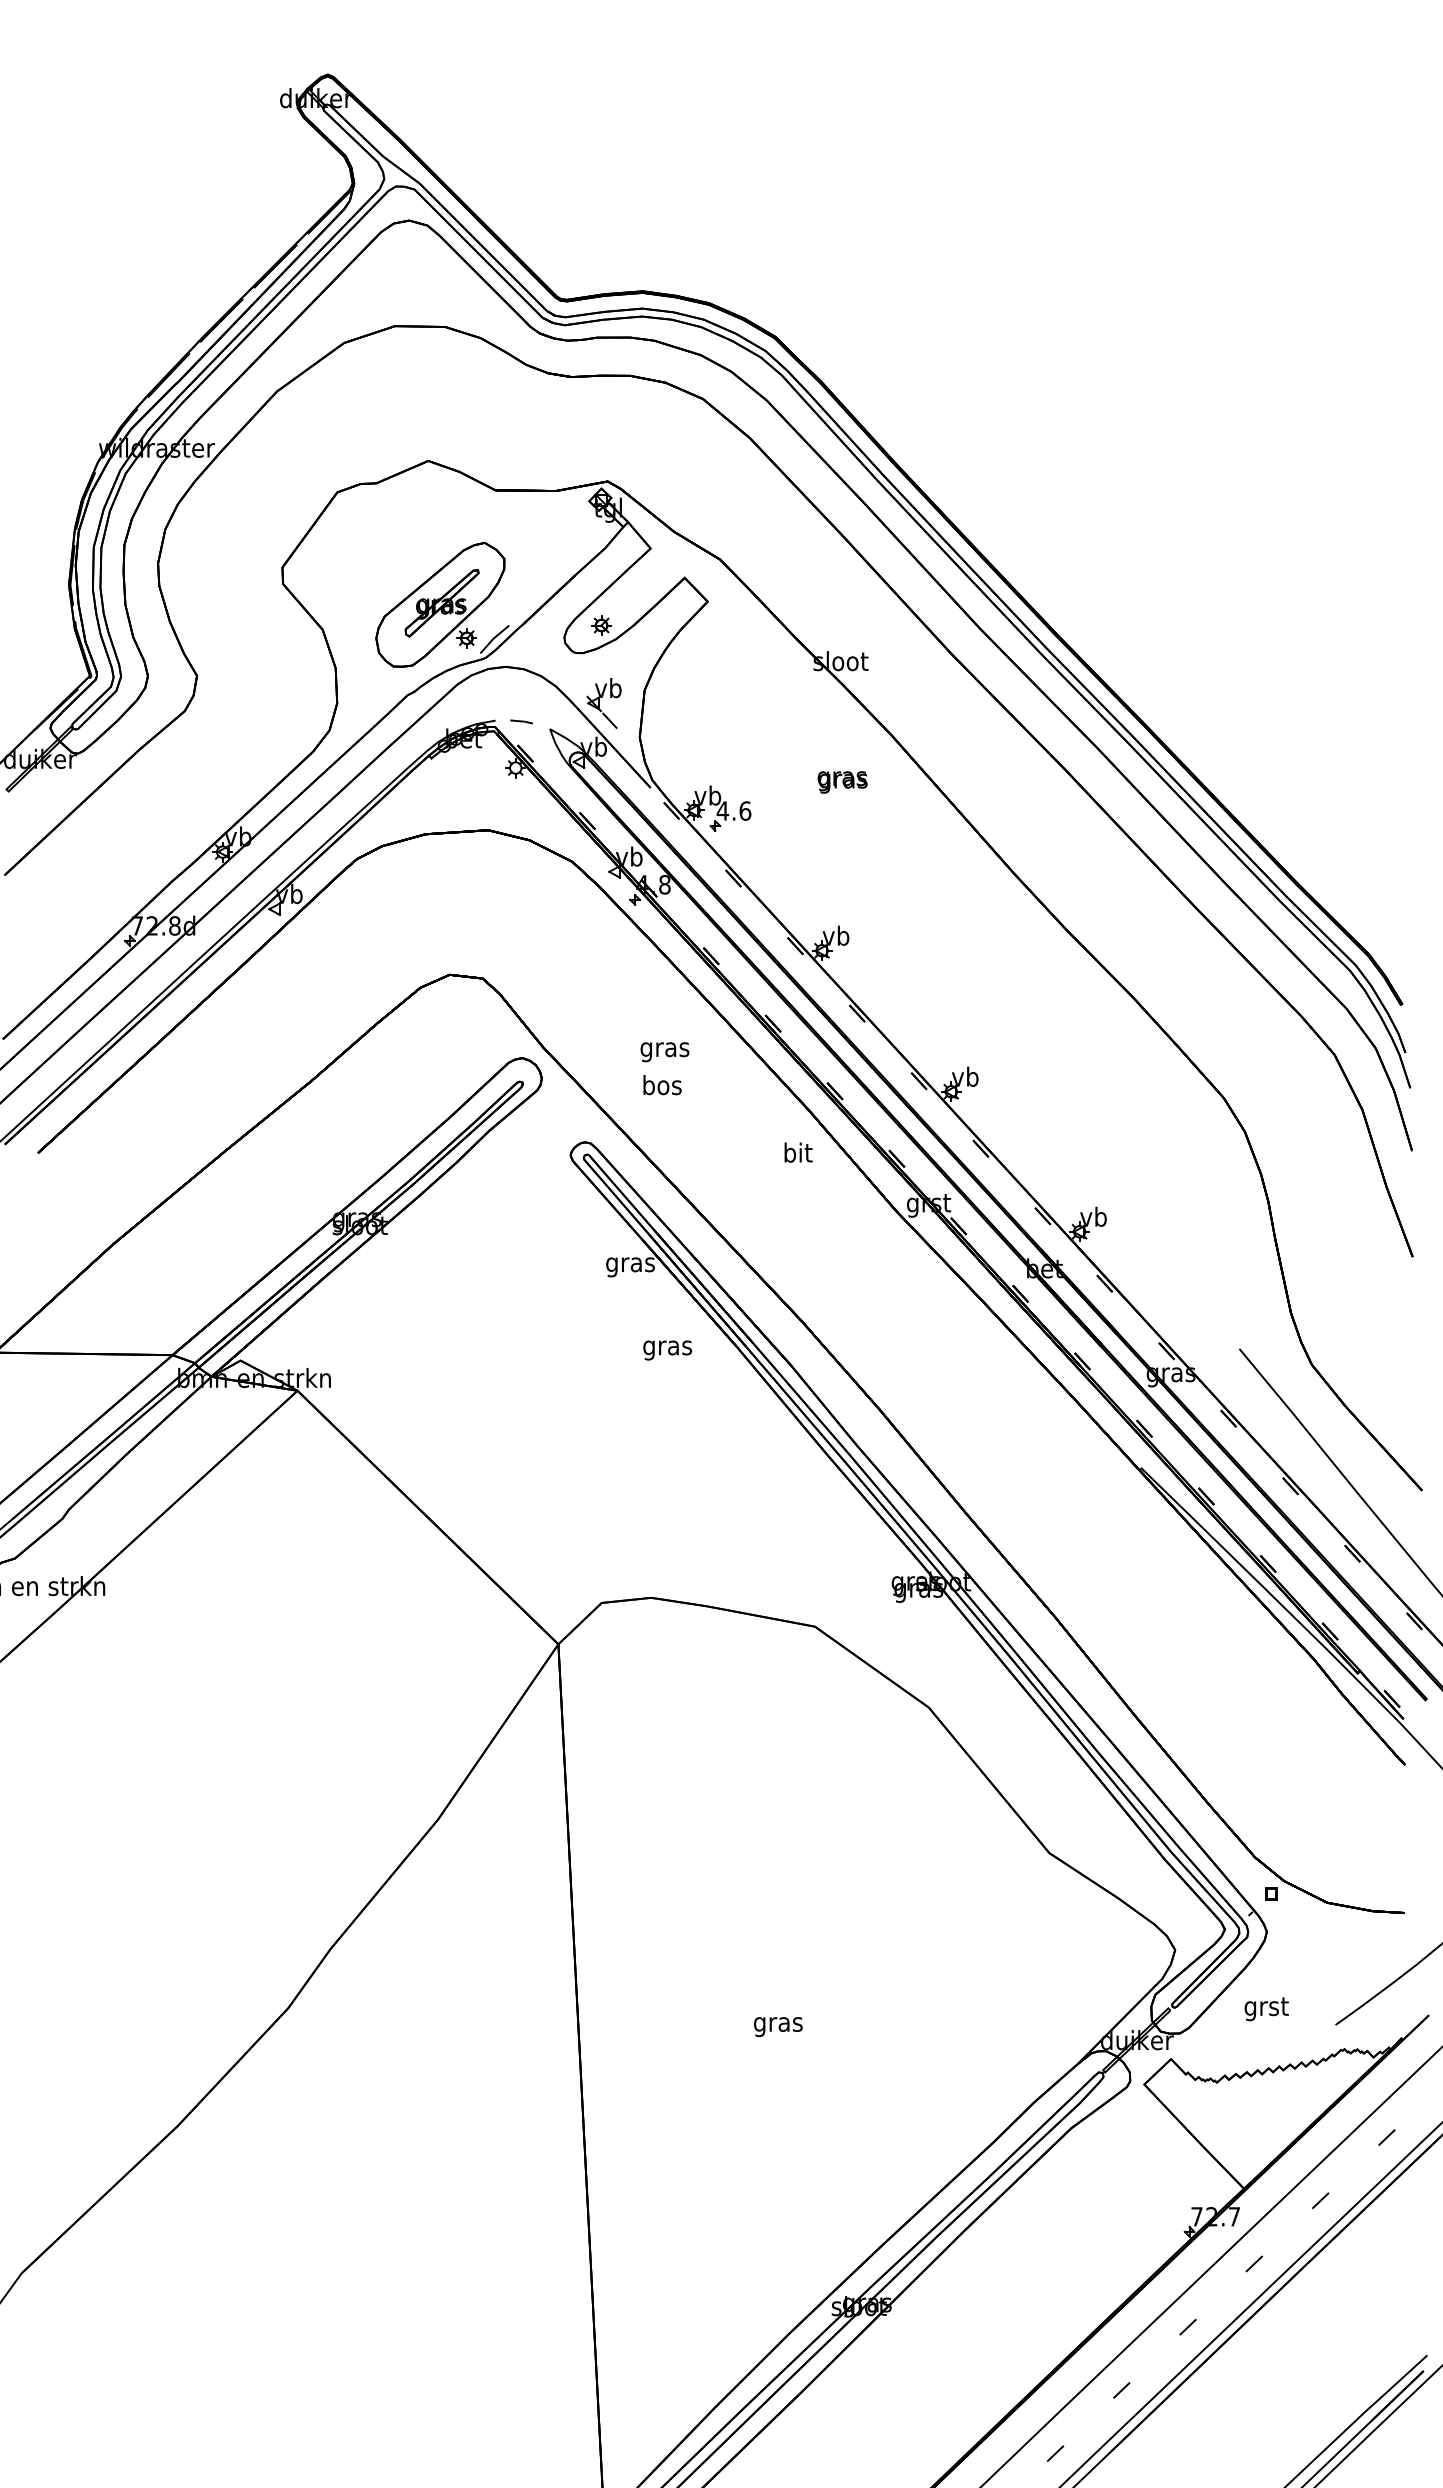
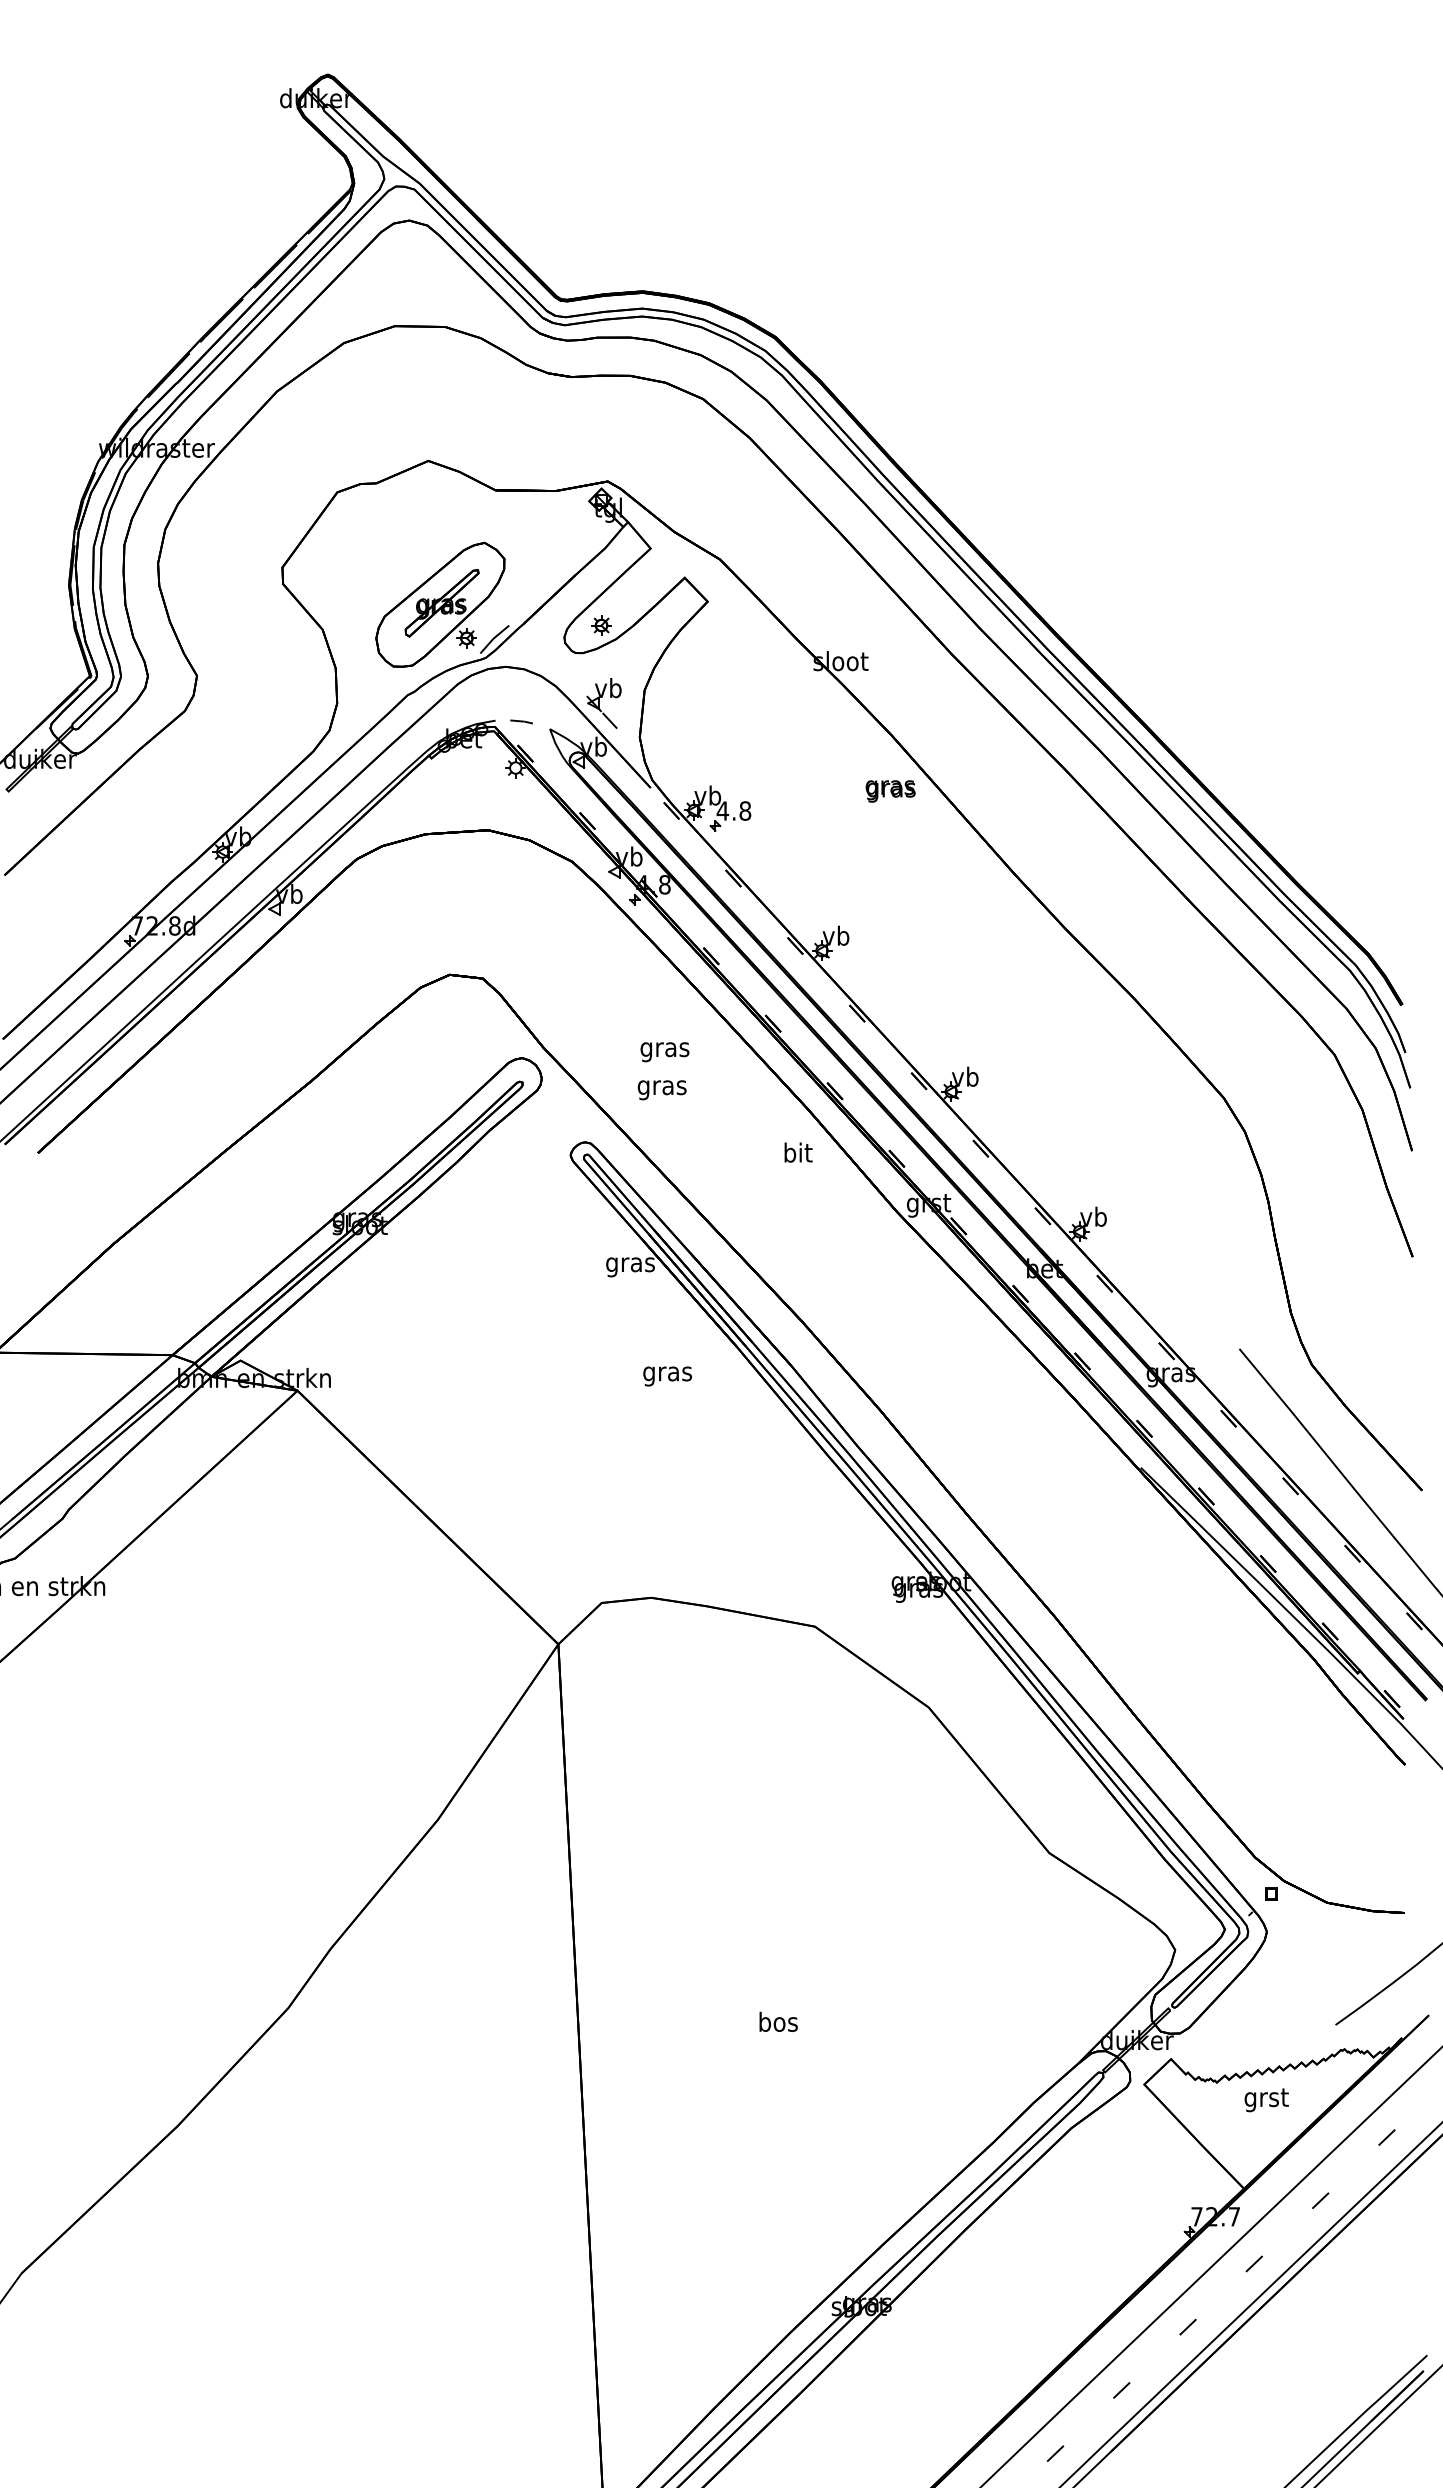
text at (842, 782) position: (842, 782) -> (890, 791)
text at (745, 810): 4.6 -> 4.8
text at (661, 1087): bos -> gras
text at (667, 1350) position: (667, 1350) -> (667, 1376)
text at (1266, 2009) position: (1266, 2009) -> (1266, 2100)
text at (778, 2024): gras -> bos
